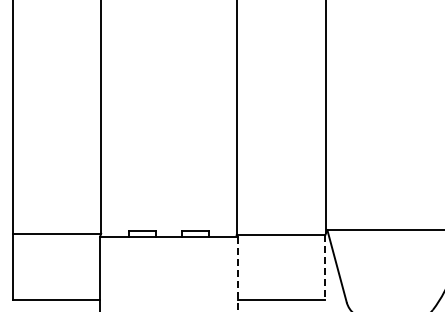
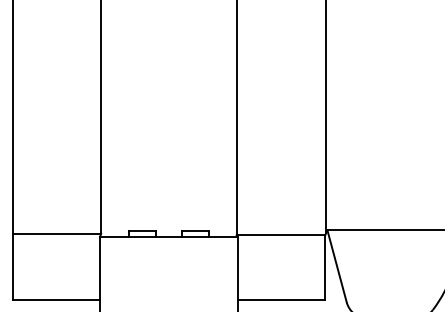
line at (325, 267): dashed -> solid
line at (237, 274): dashed -> solid
